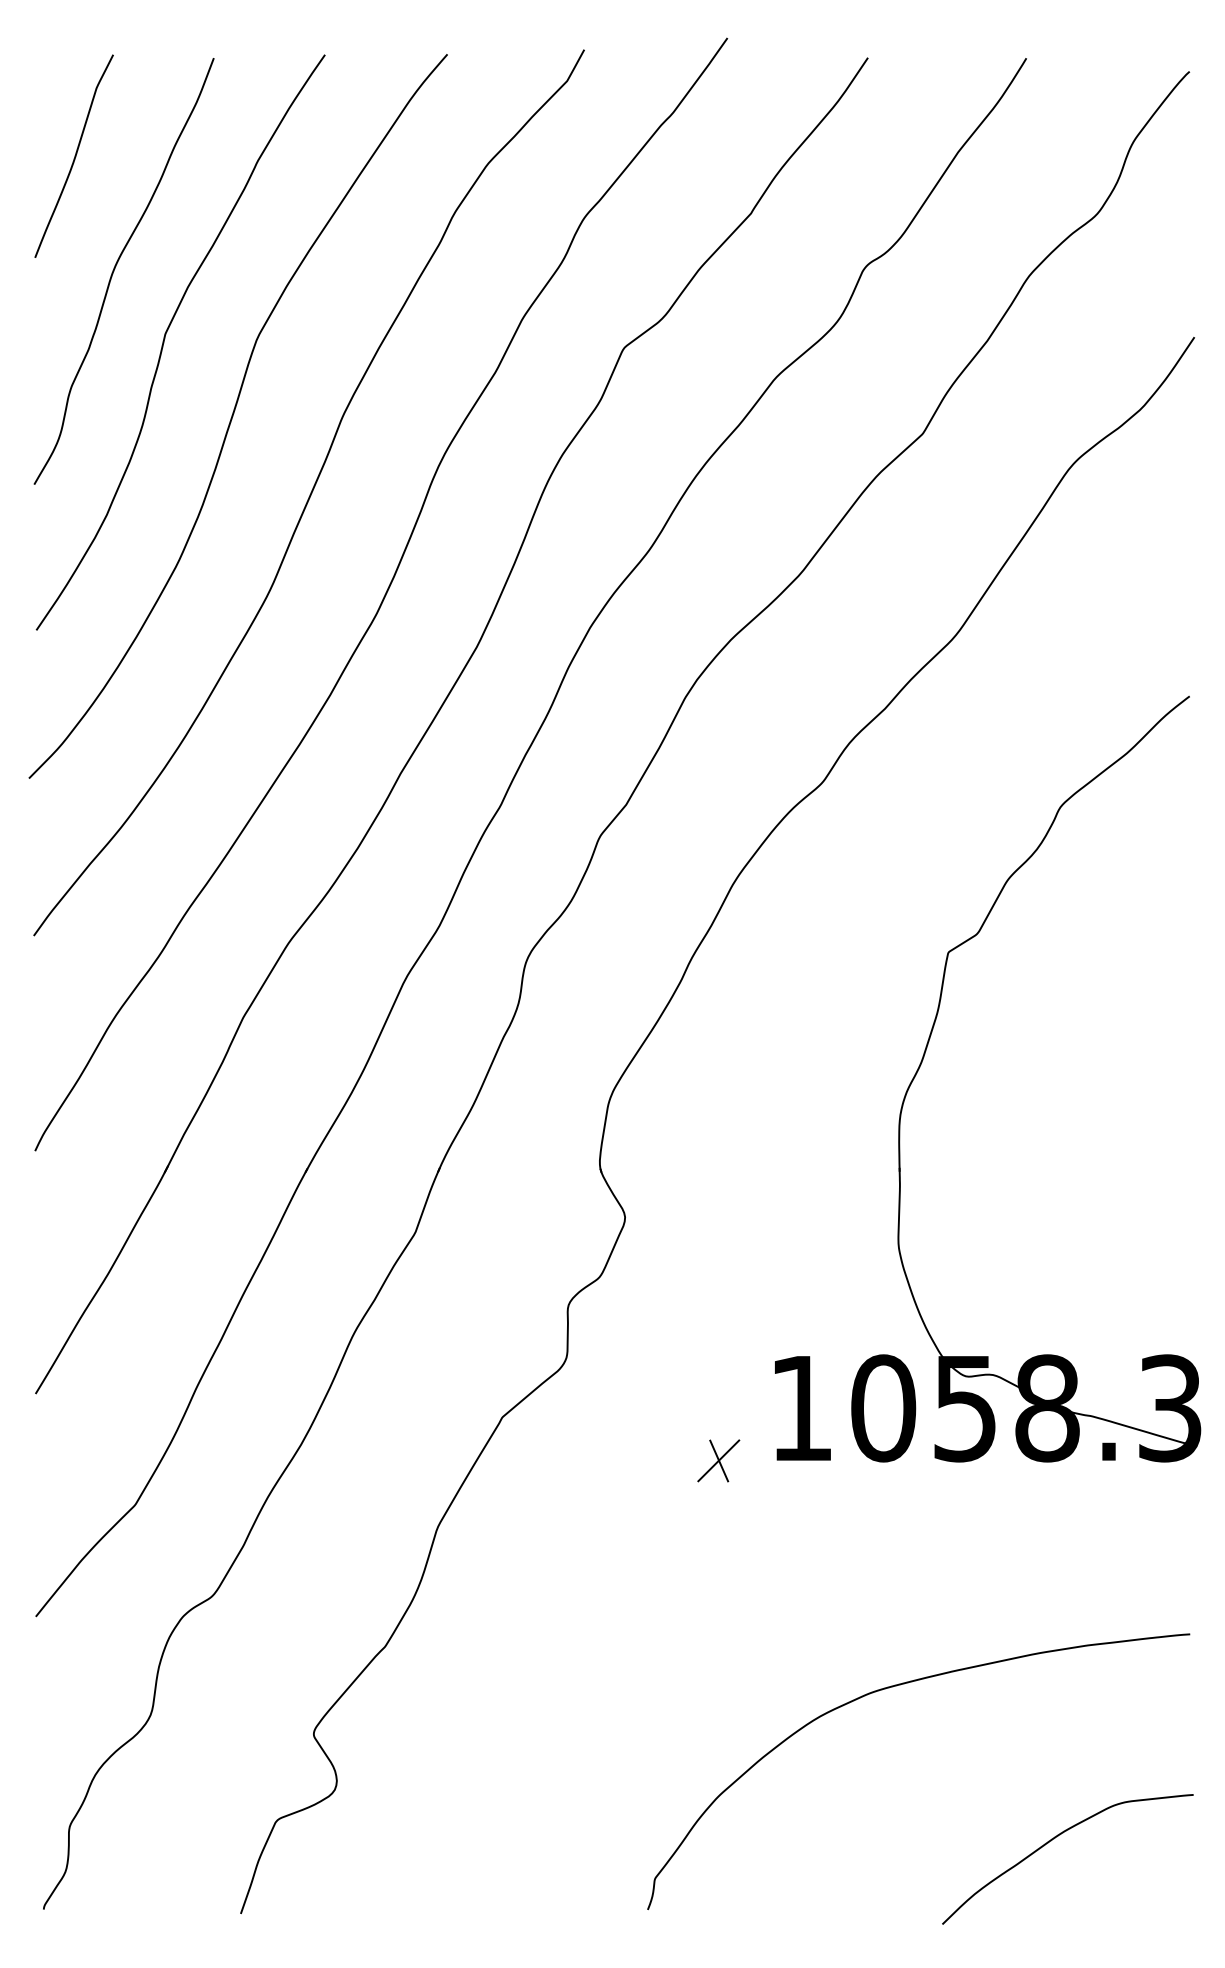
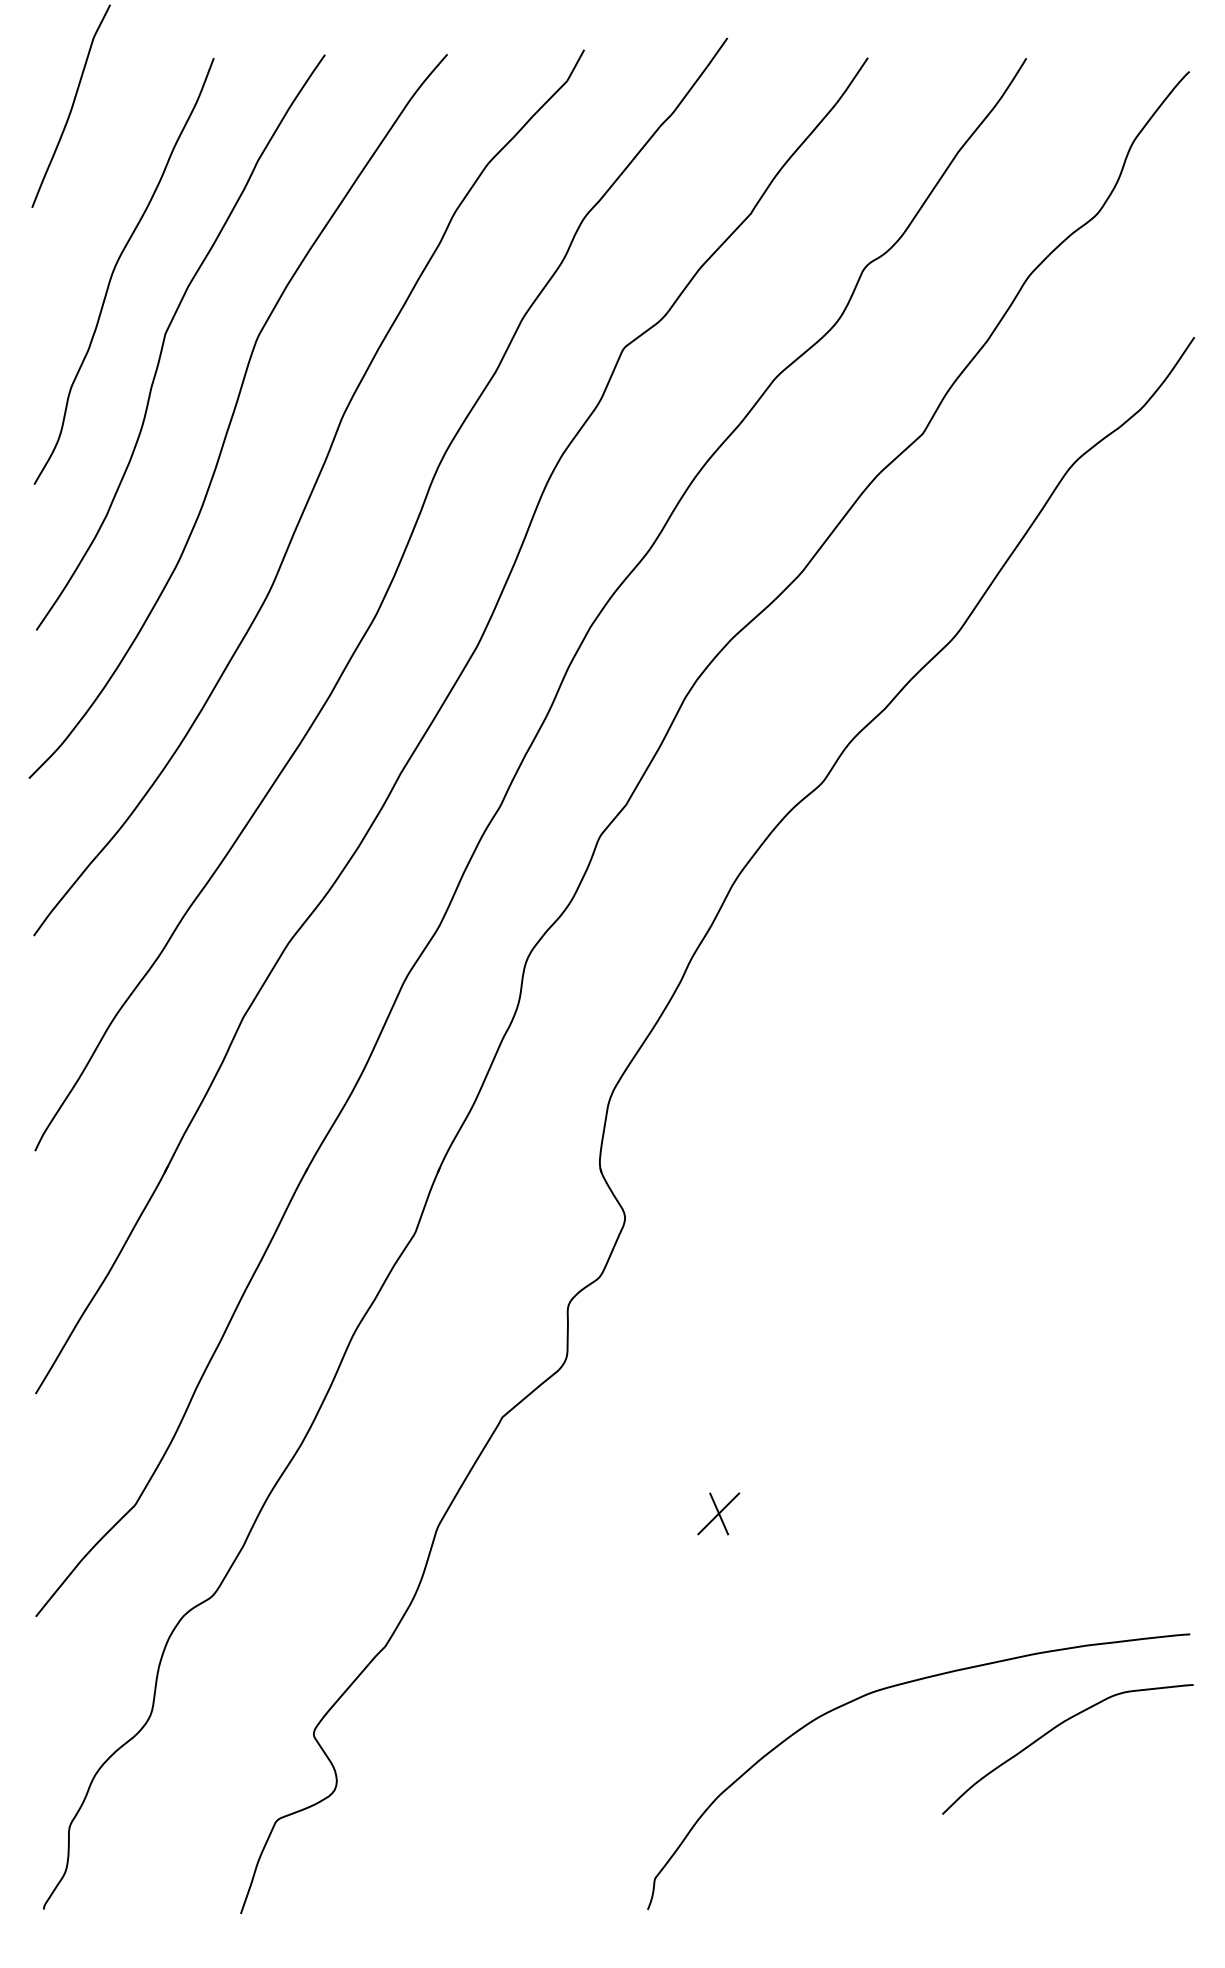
curve at (74, 155) position: (74, 155) -> (71, 105)
part at (924, 1057): present -> none
part at (718, 1460) position: (718, 1460) -> (718, 1513)
curve at (1051, 1841) position: (1051, 1841) -> (1051, 1731)
